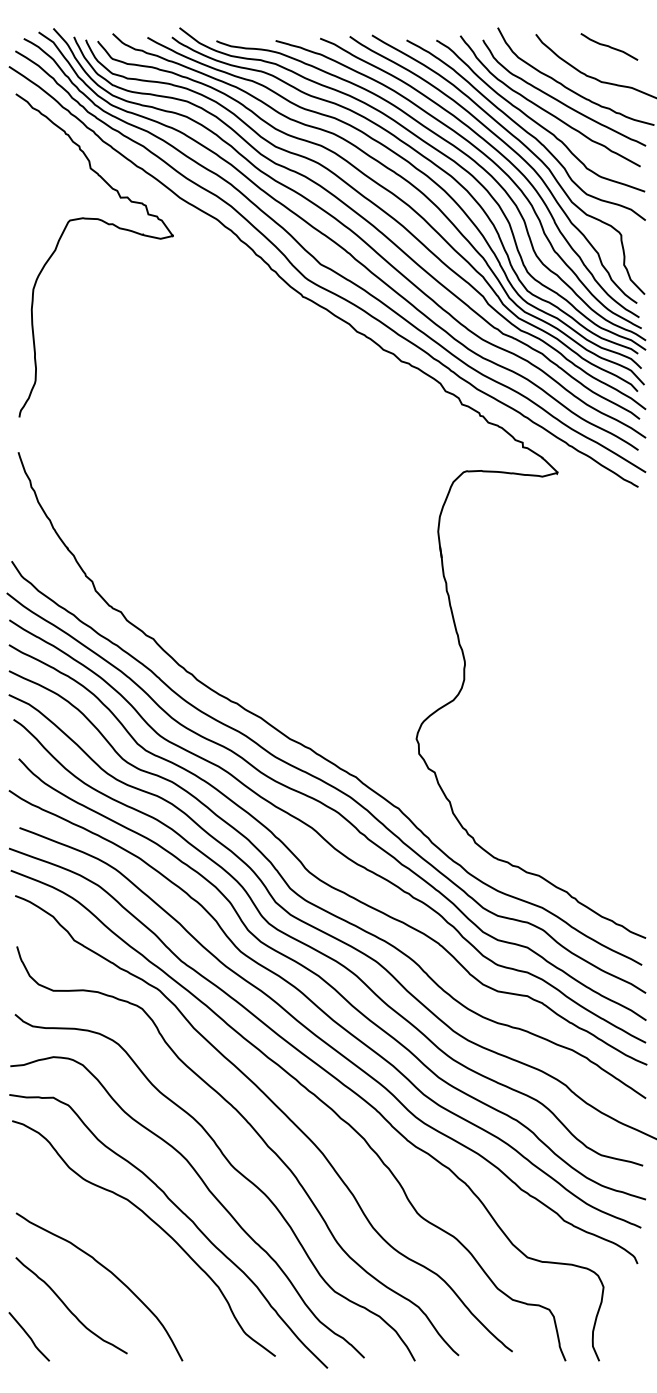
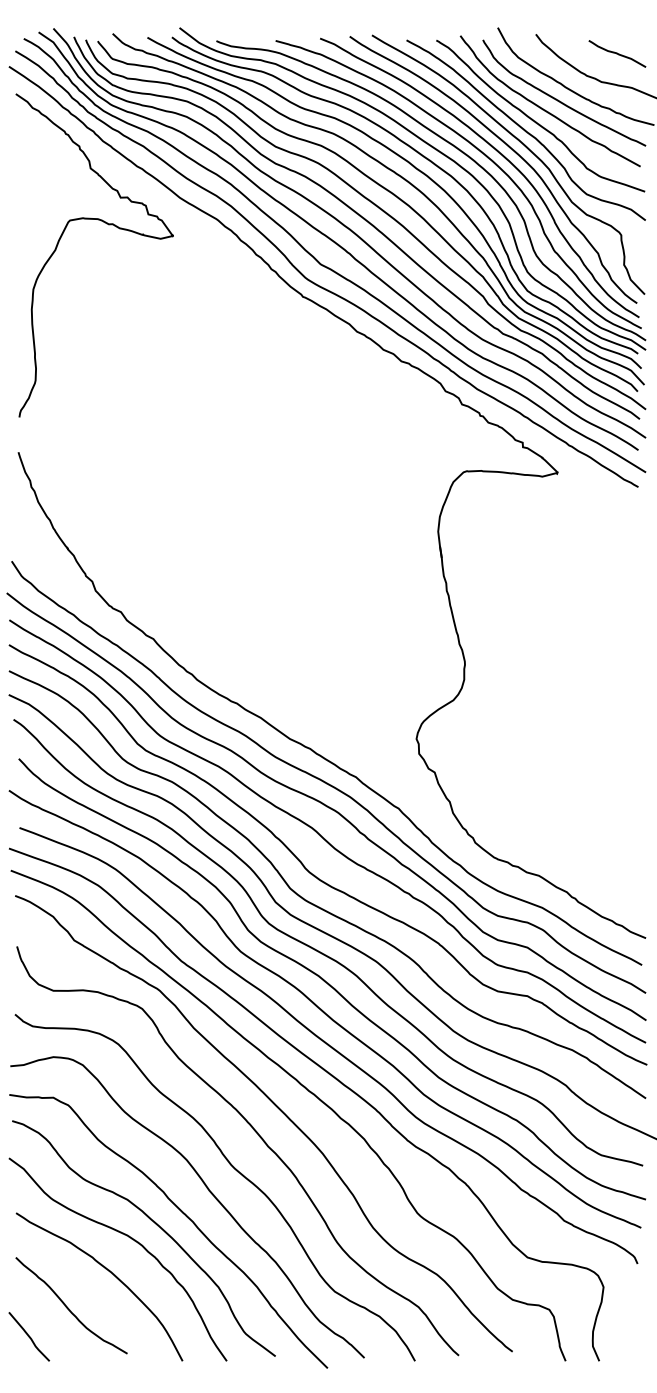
curve at (609, 46) position: (609, 46) -> (617, 53)
curve at (131, 1239): none -> present
